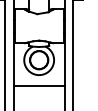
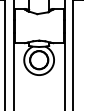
line at (38, 85): present -> none
